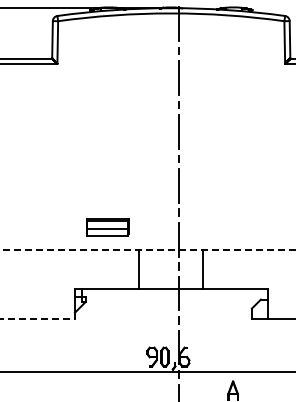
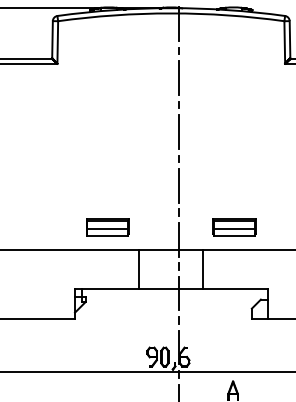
part at (234, 227): none -> present
line at (148, 250): dashed -> solid
line at (38, 318): dashed -> solid
